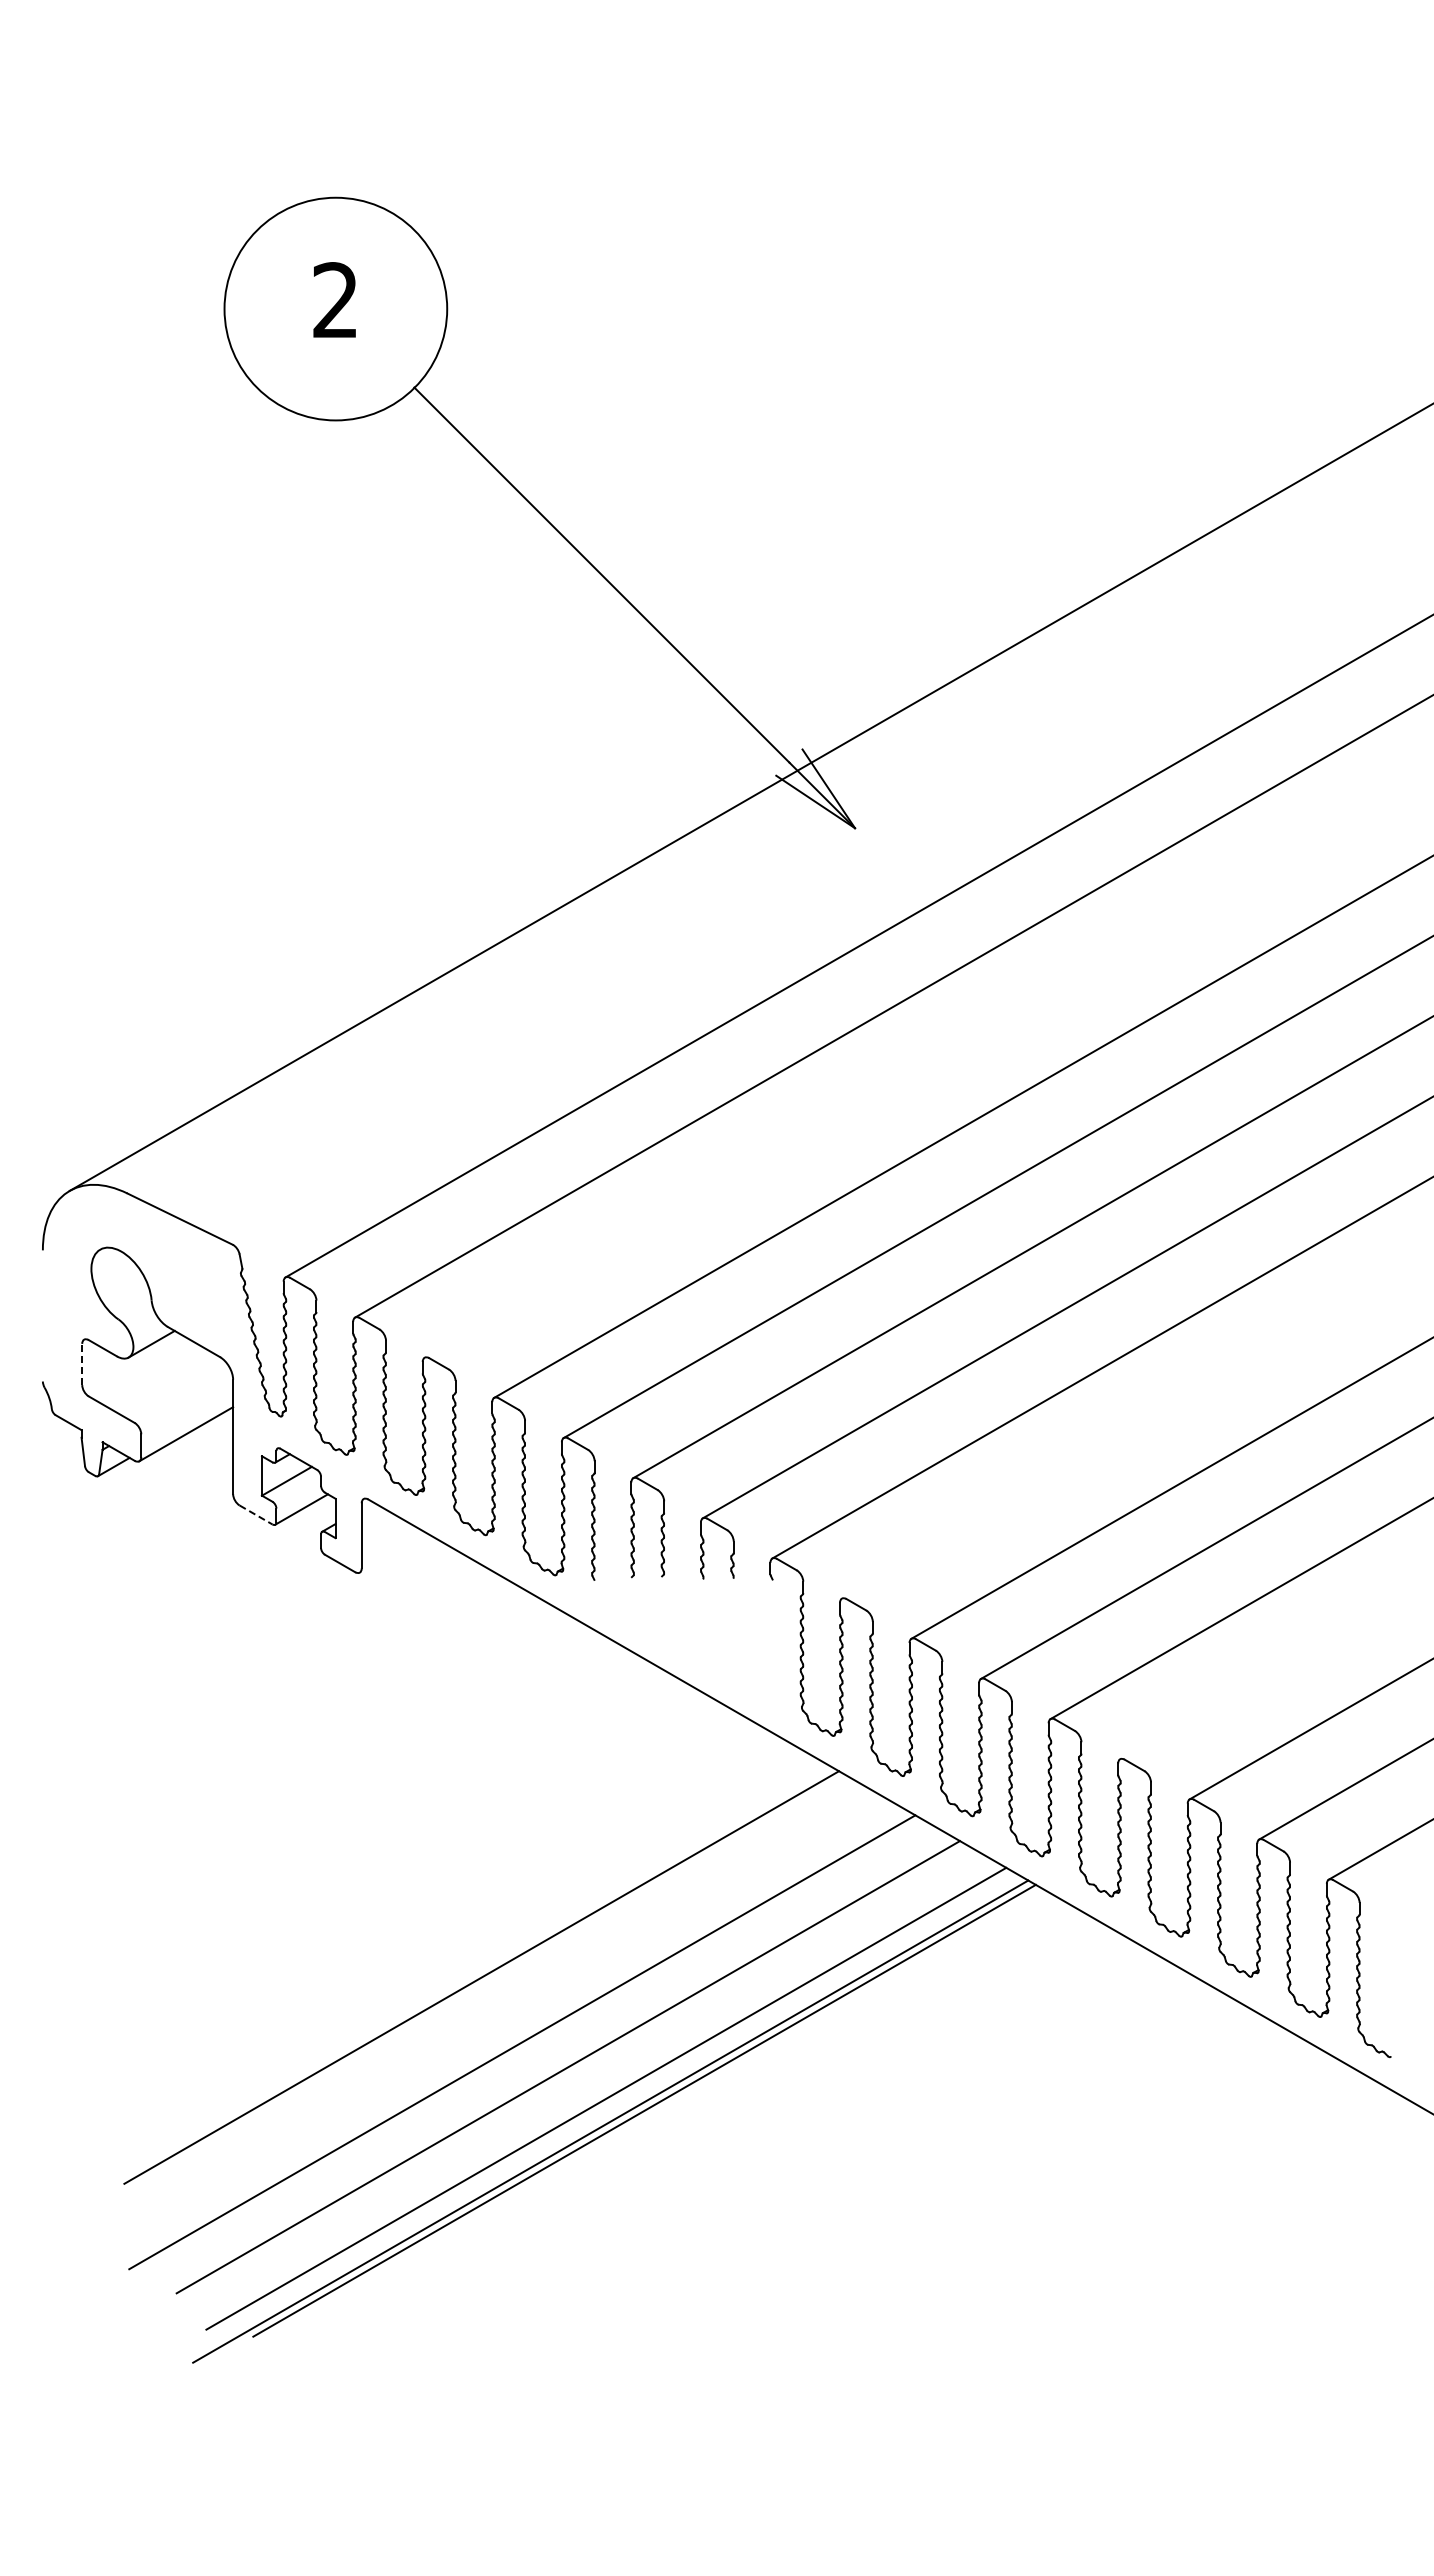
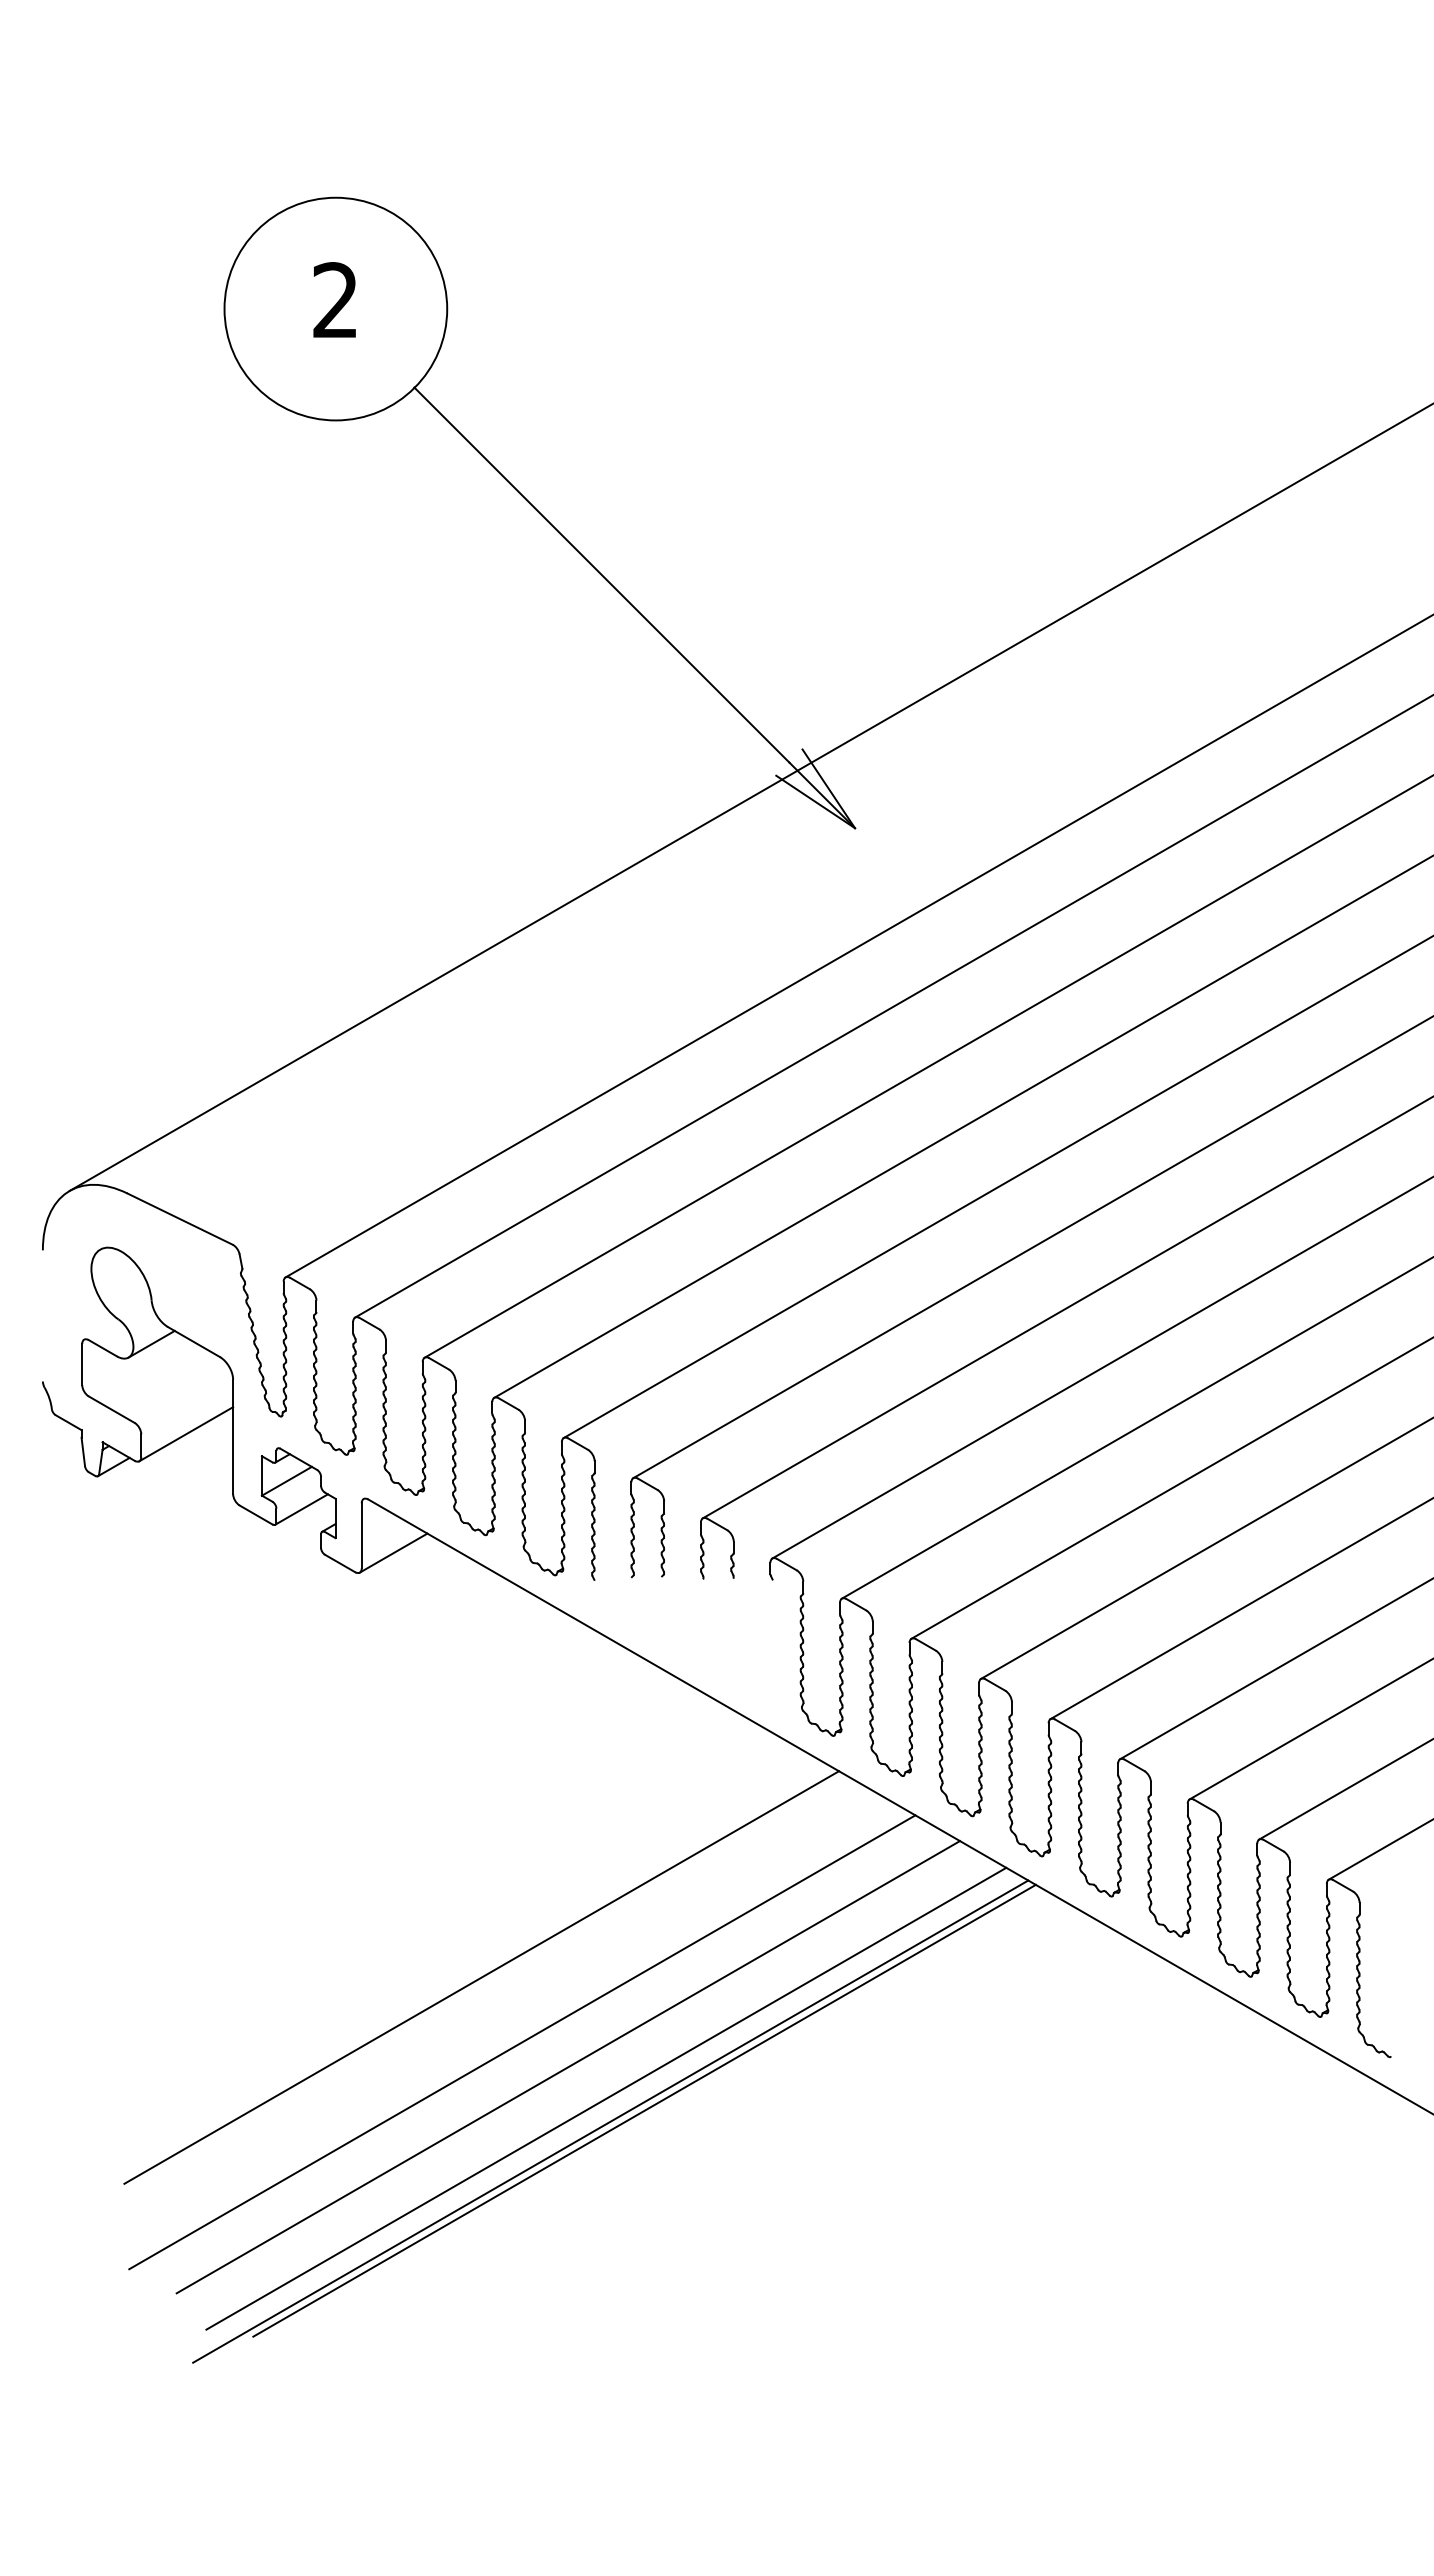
line at (927, 1067): none -> present
line at (82, 1364): dashed -> solid
line at (1135, 1428): none -> present
line at (256, 1515): dashed -> solid
line at (393, 1552): none -> present
line at (1275, 1669): none -> present
